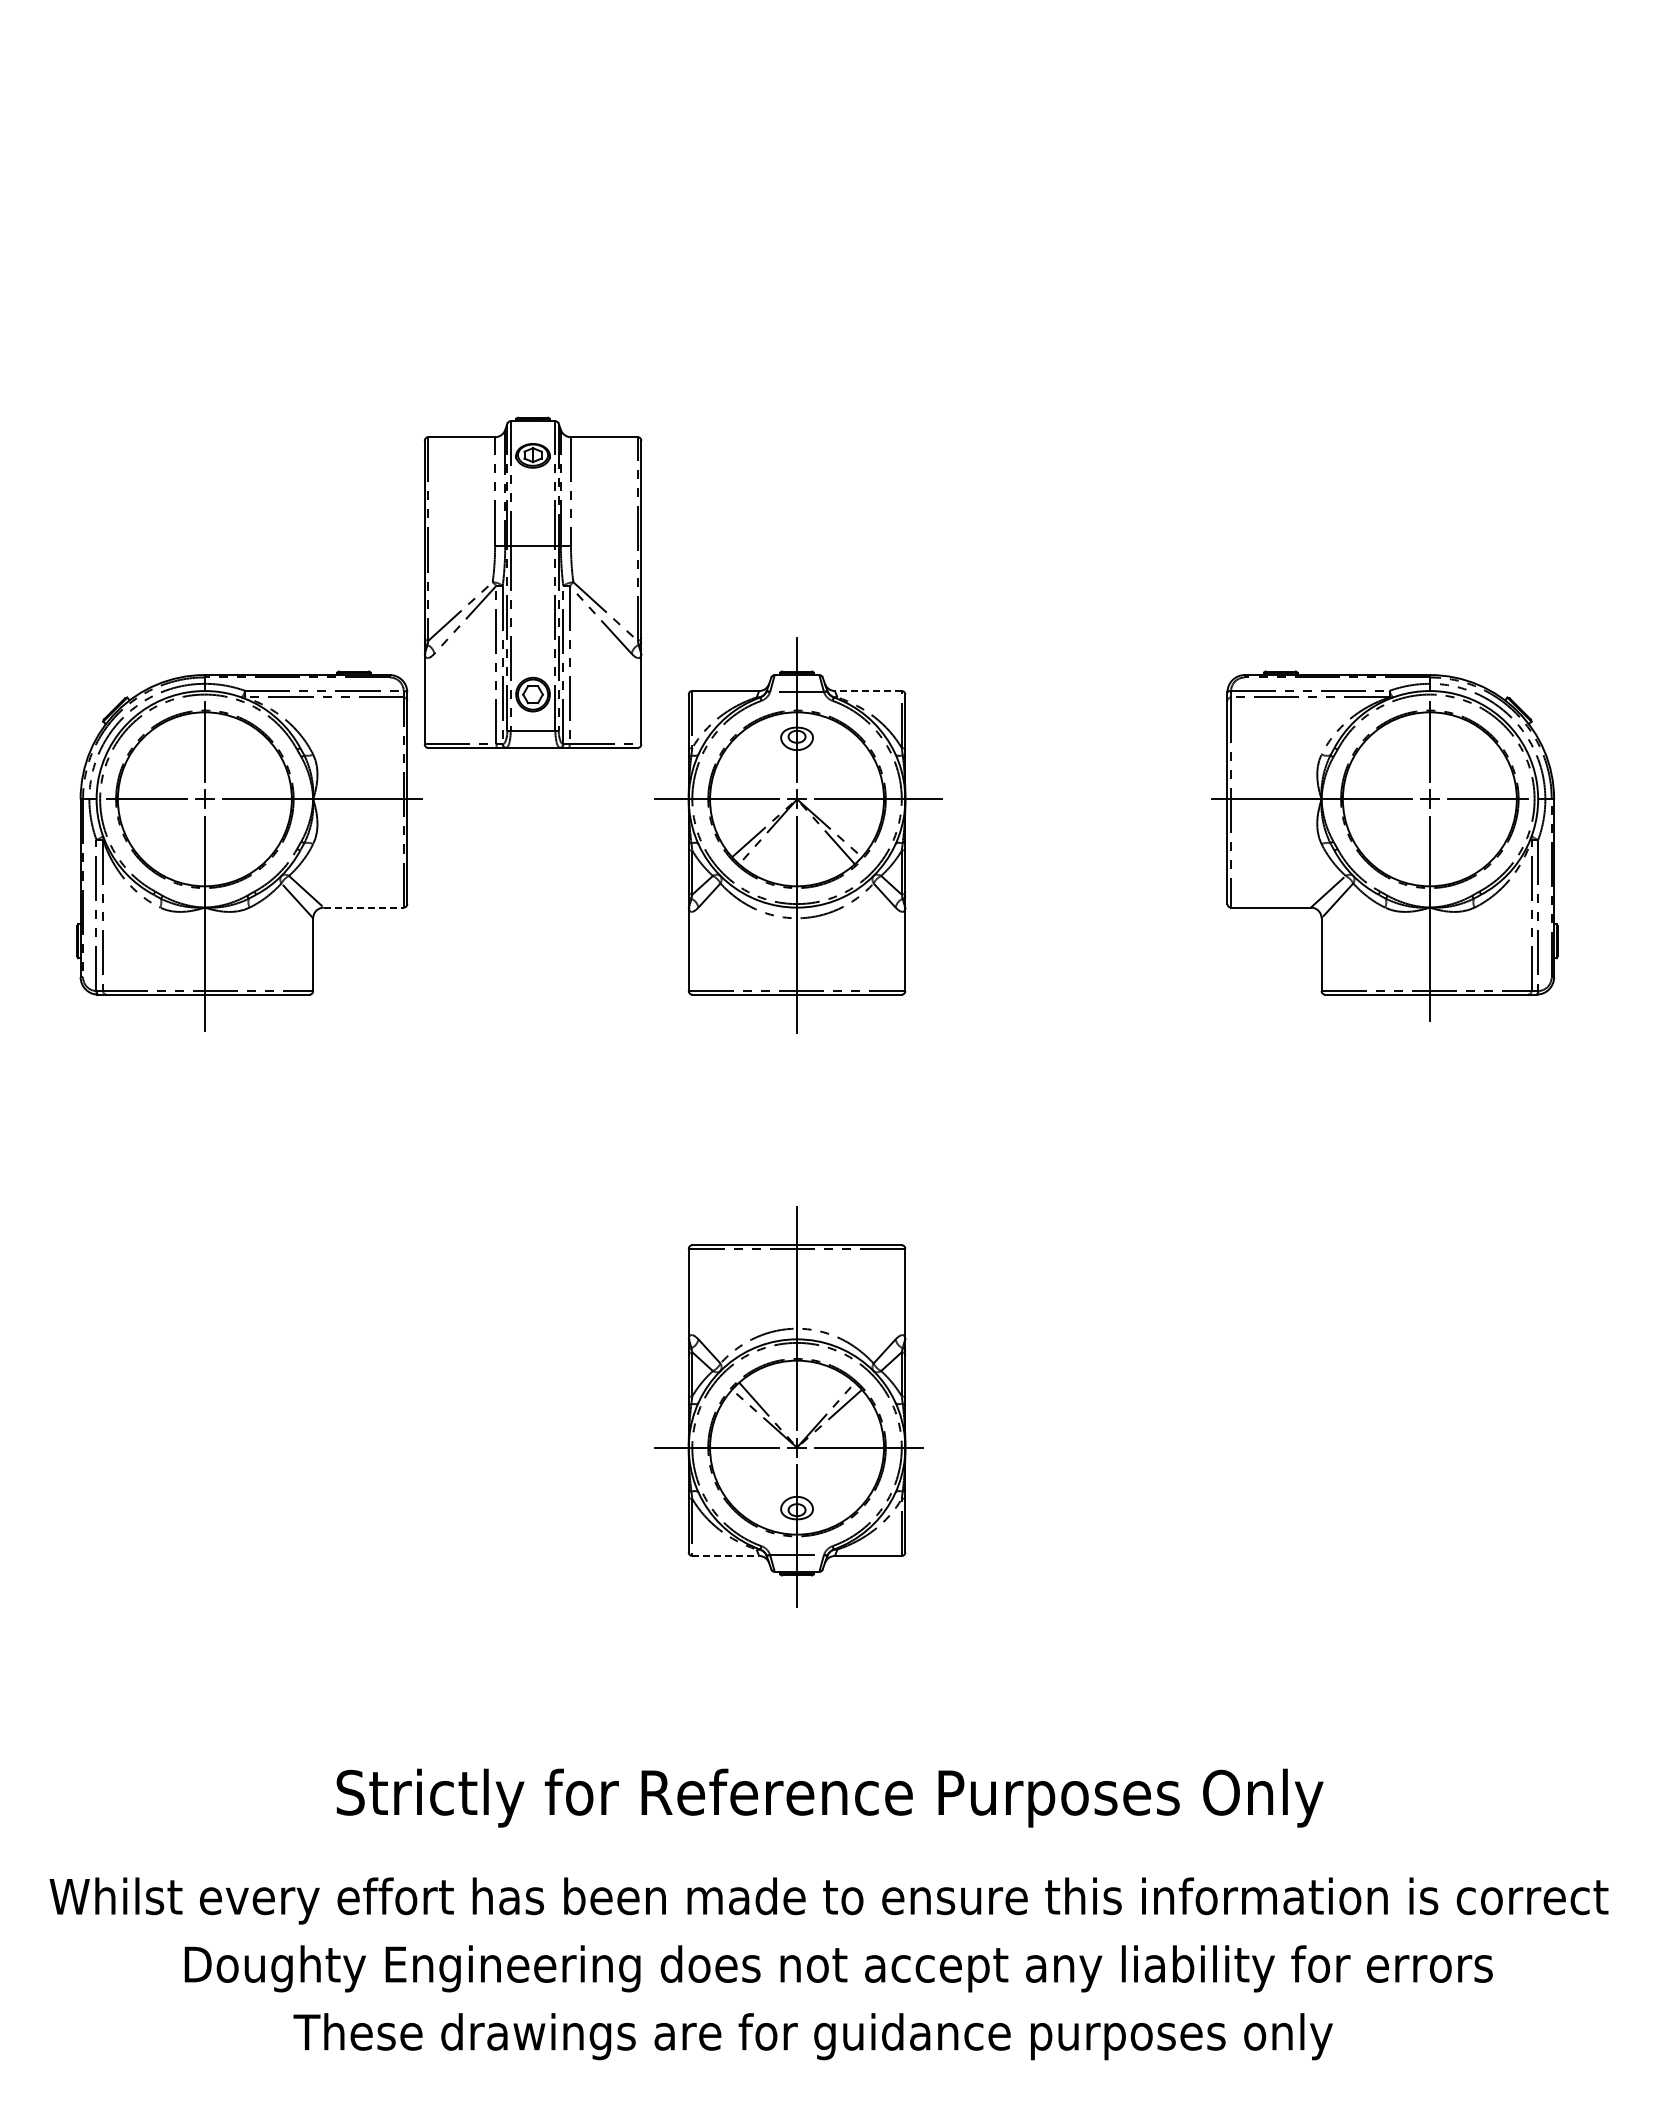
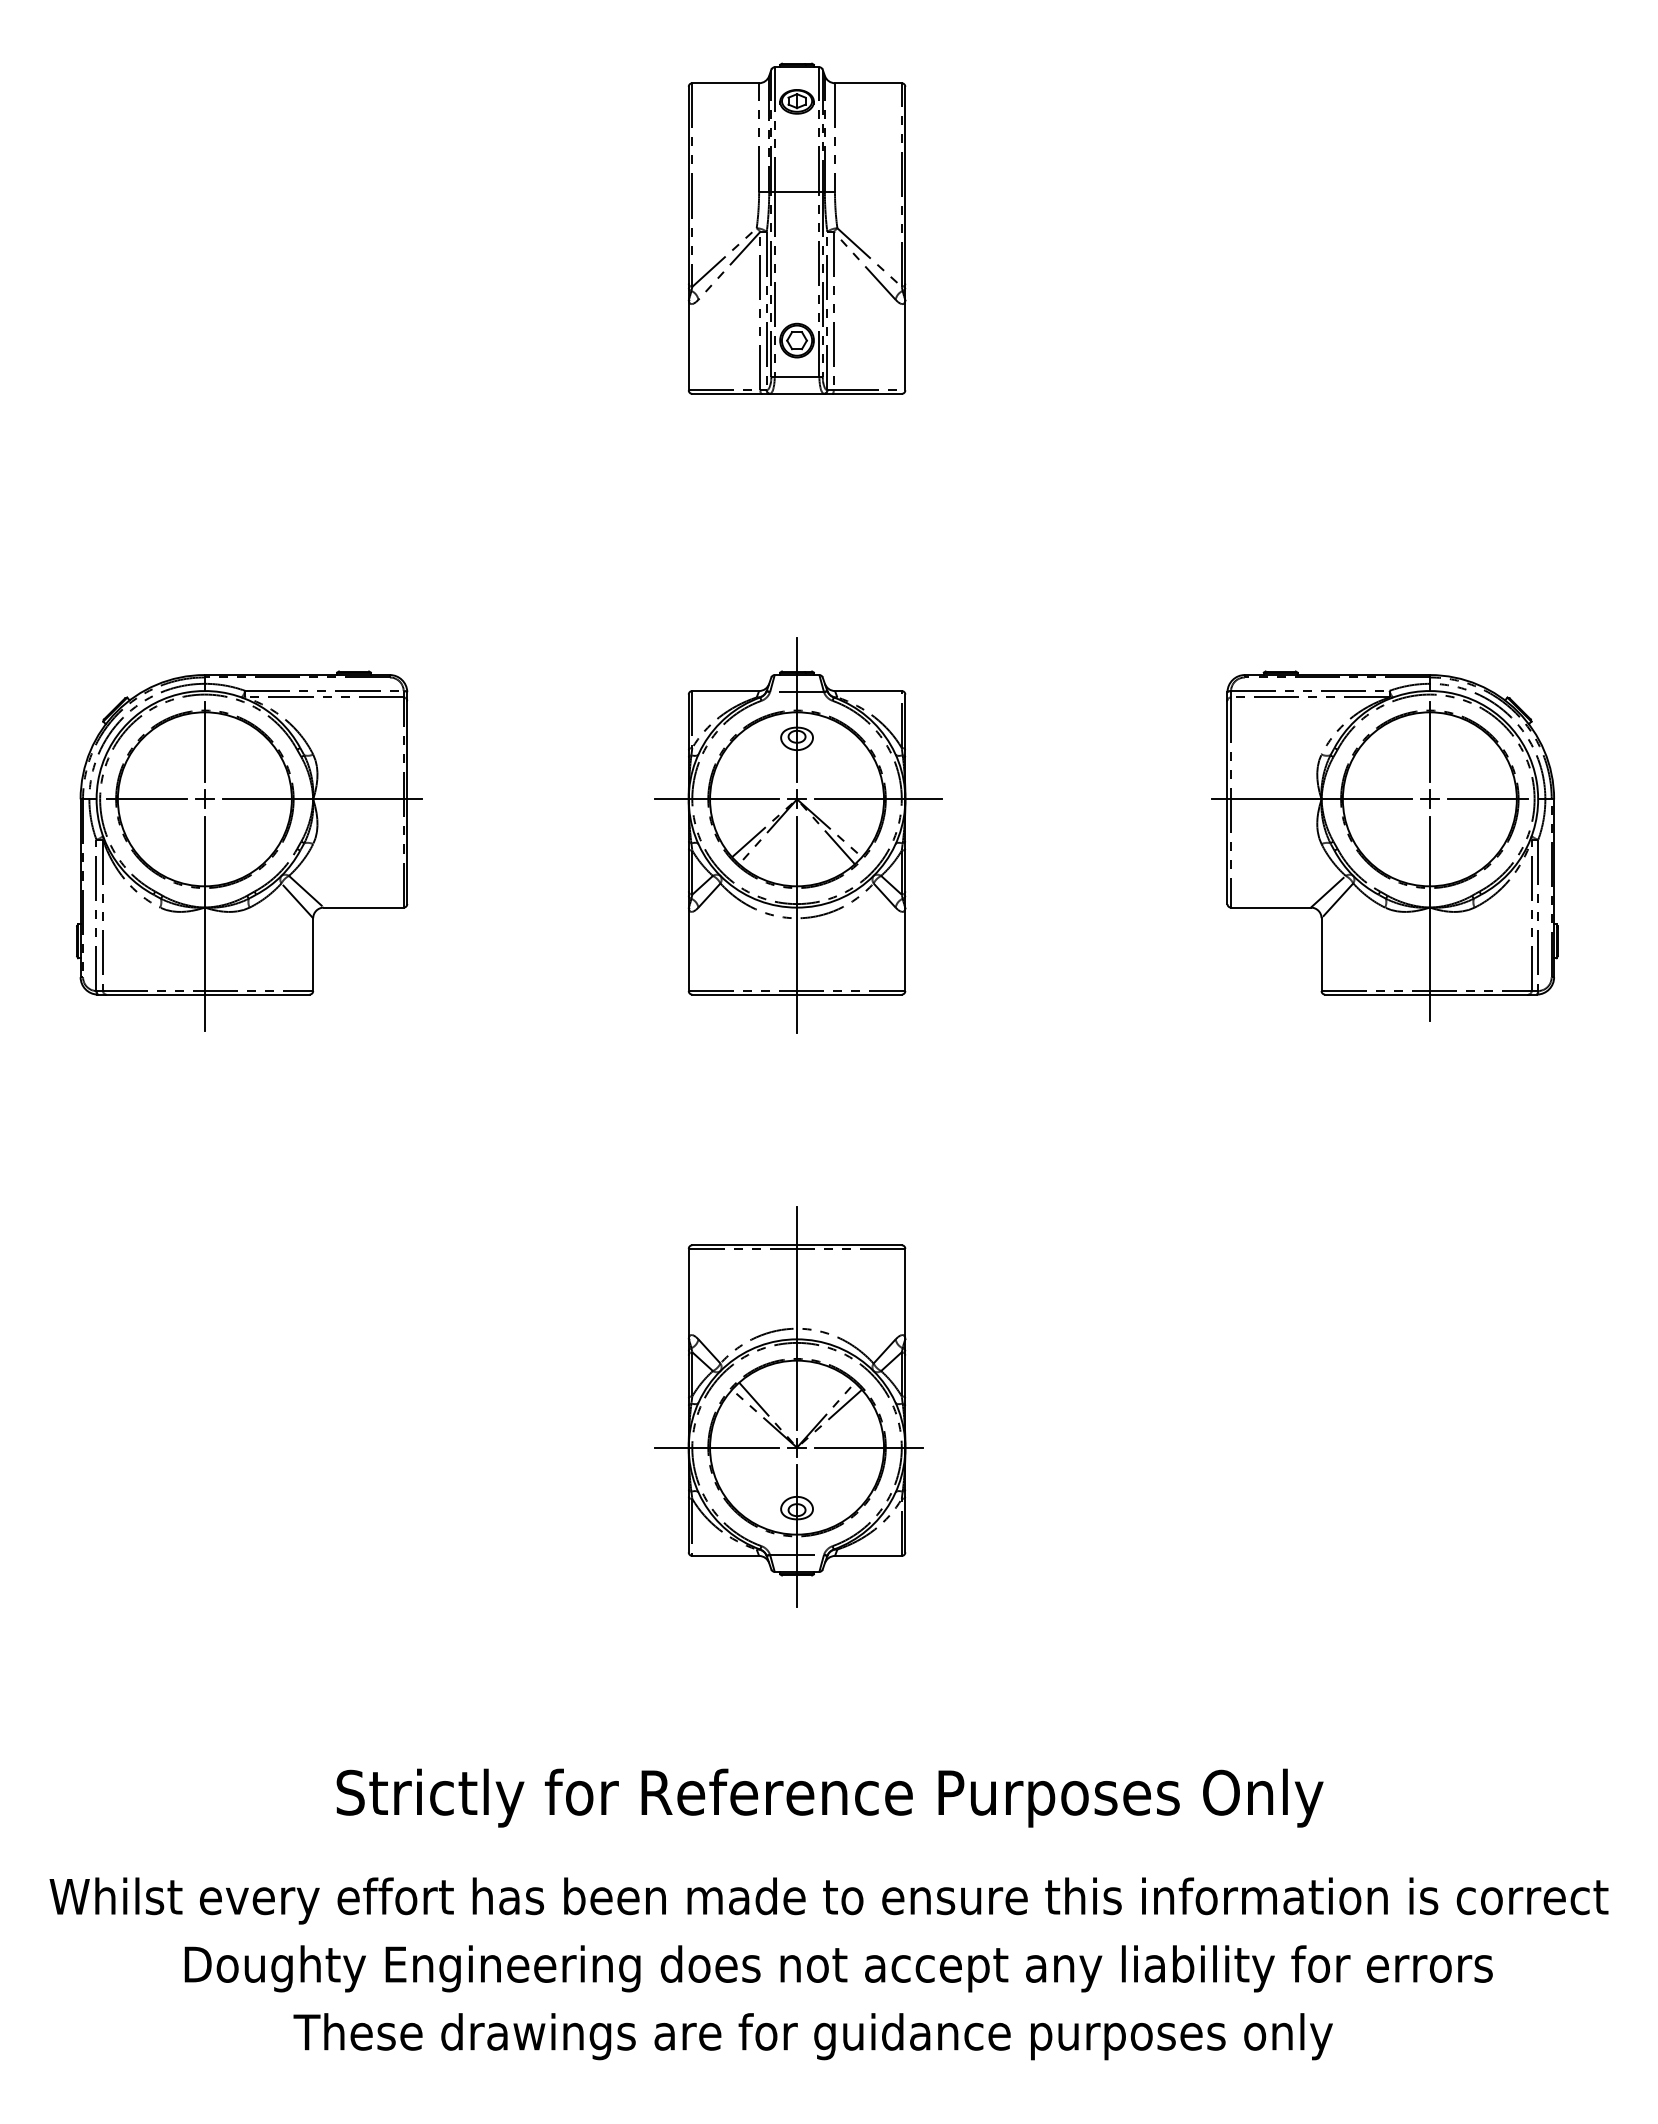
part at (532, 582) position: (532, 582) -> (796, 228)
line at (867, 691): dashed -> solid
line at (363, 907): dashed -> solid
line at (726, 1555): dashed -> solid
